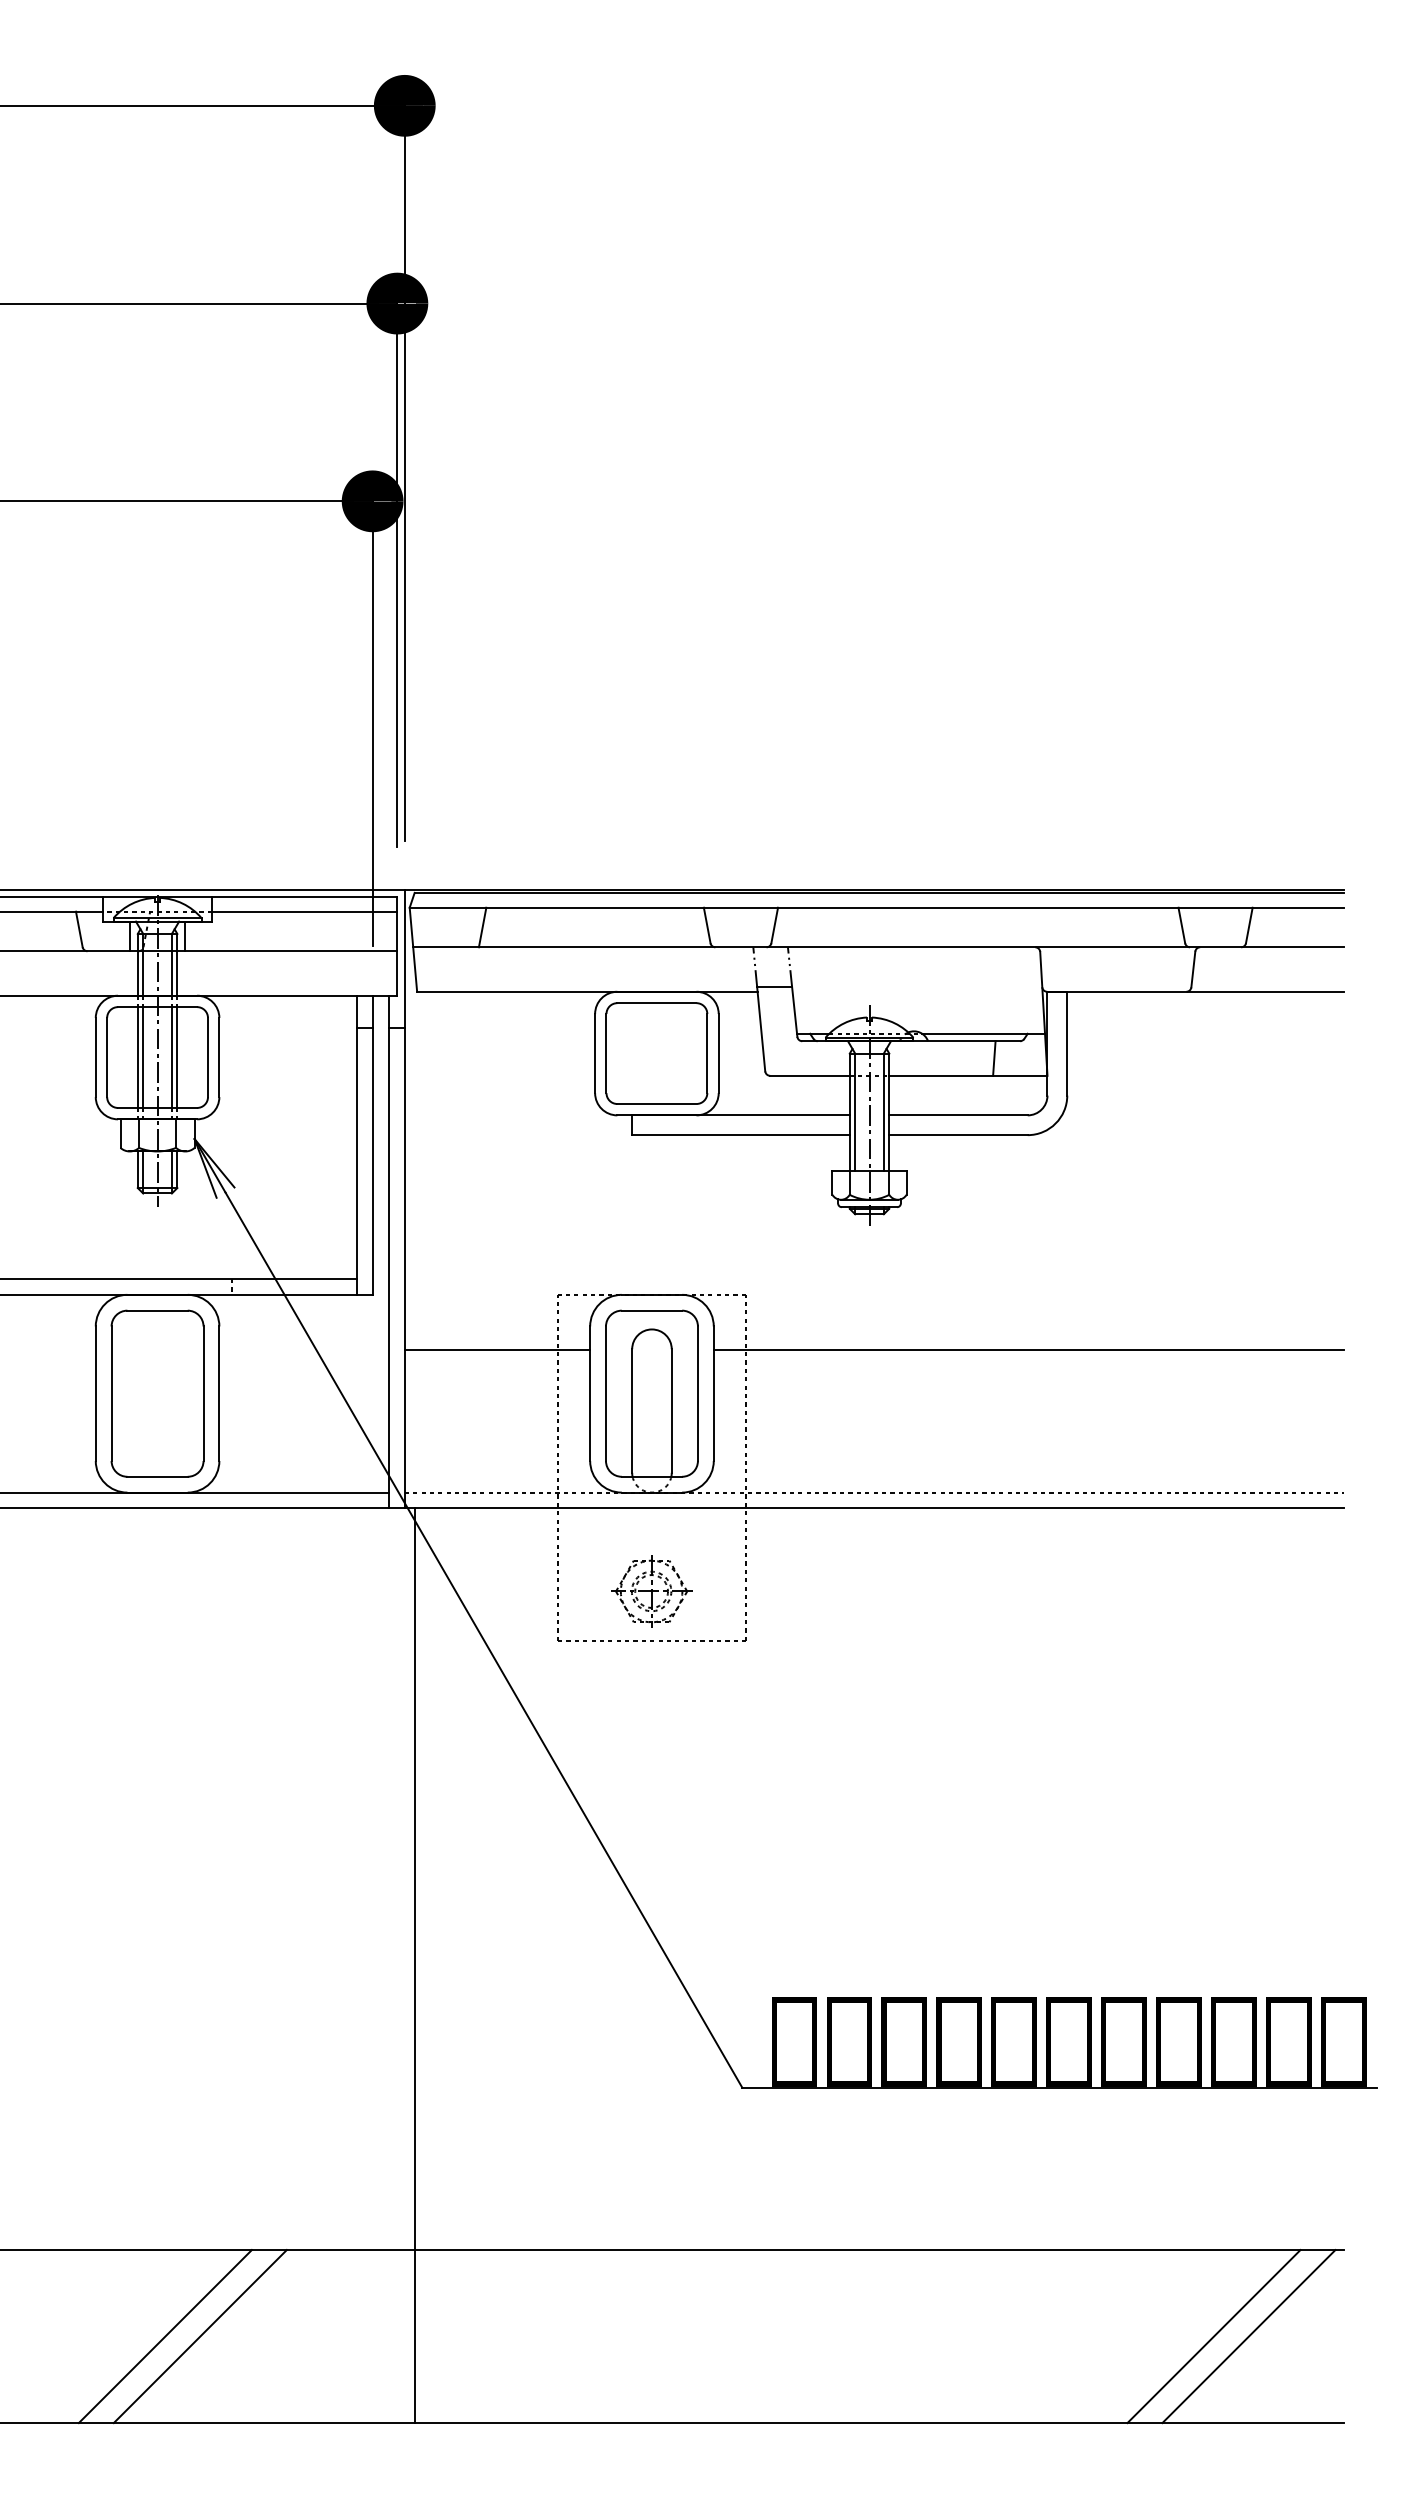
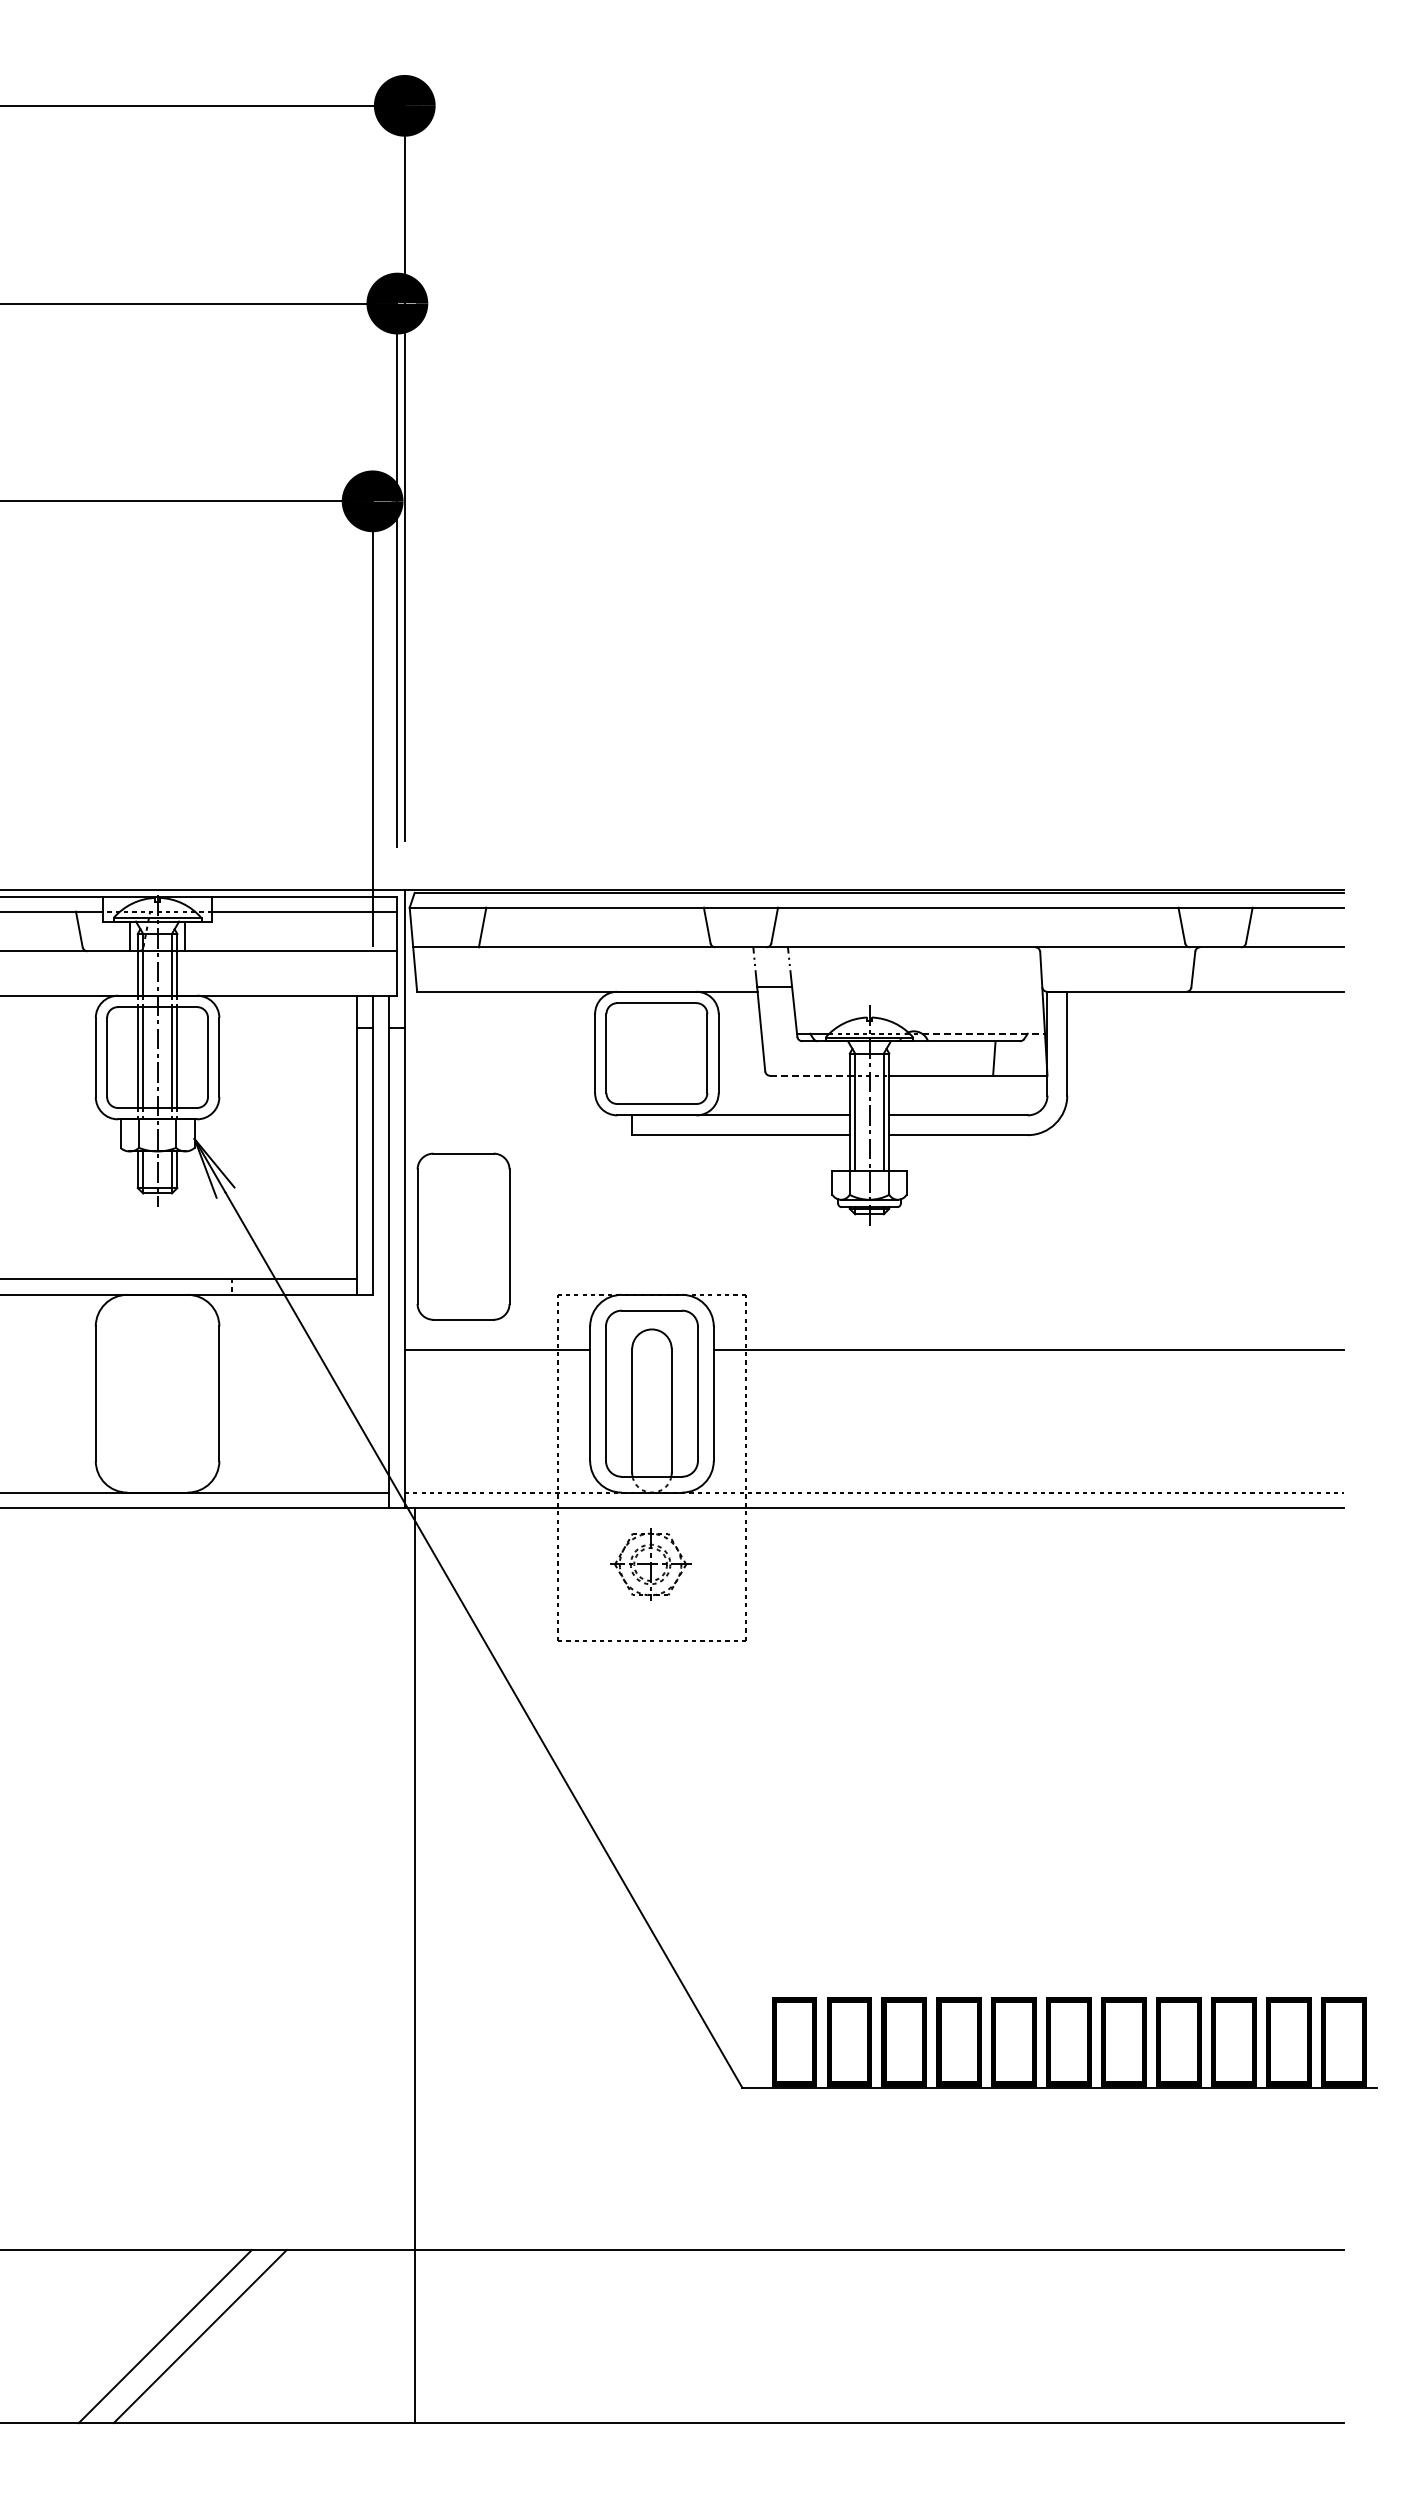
line at (984, 1033): solid -> dashed
line at (809, 1075): solid -> dashed
part at (157, 1393) position: (157, 1393) -> (463, 1236)
part at (651, 1591) position: (651, 1591) -> (650, 1564)
line at (1213, 2336): present -> none
line at (1248, 2336): present -> none
